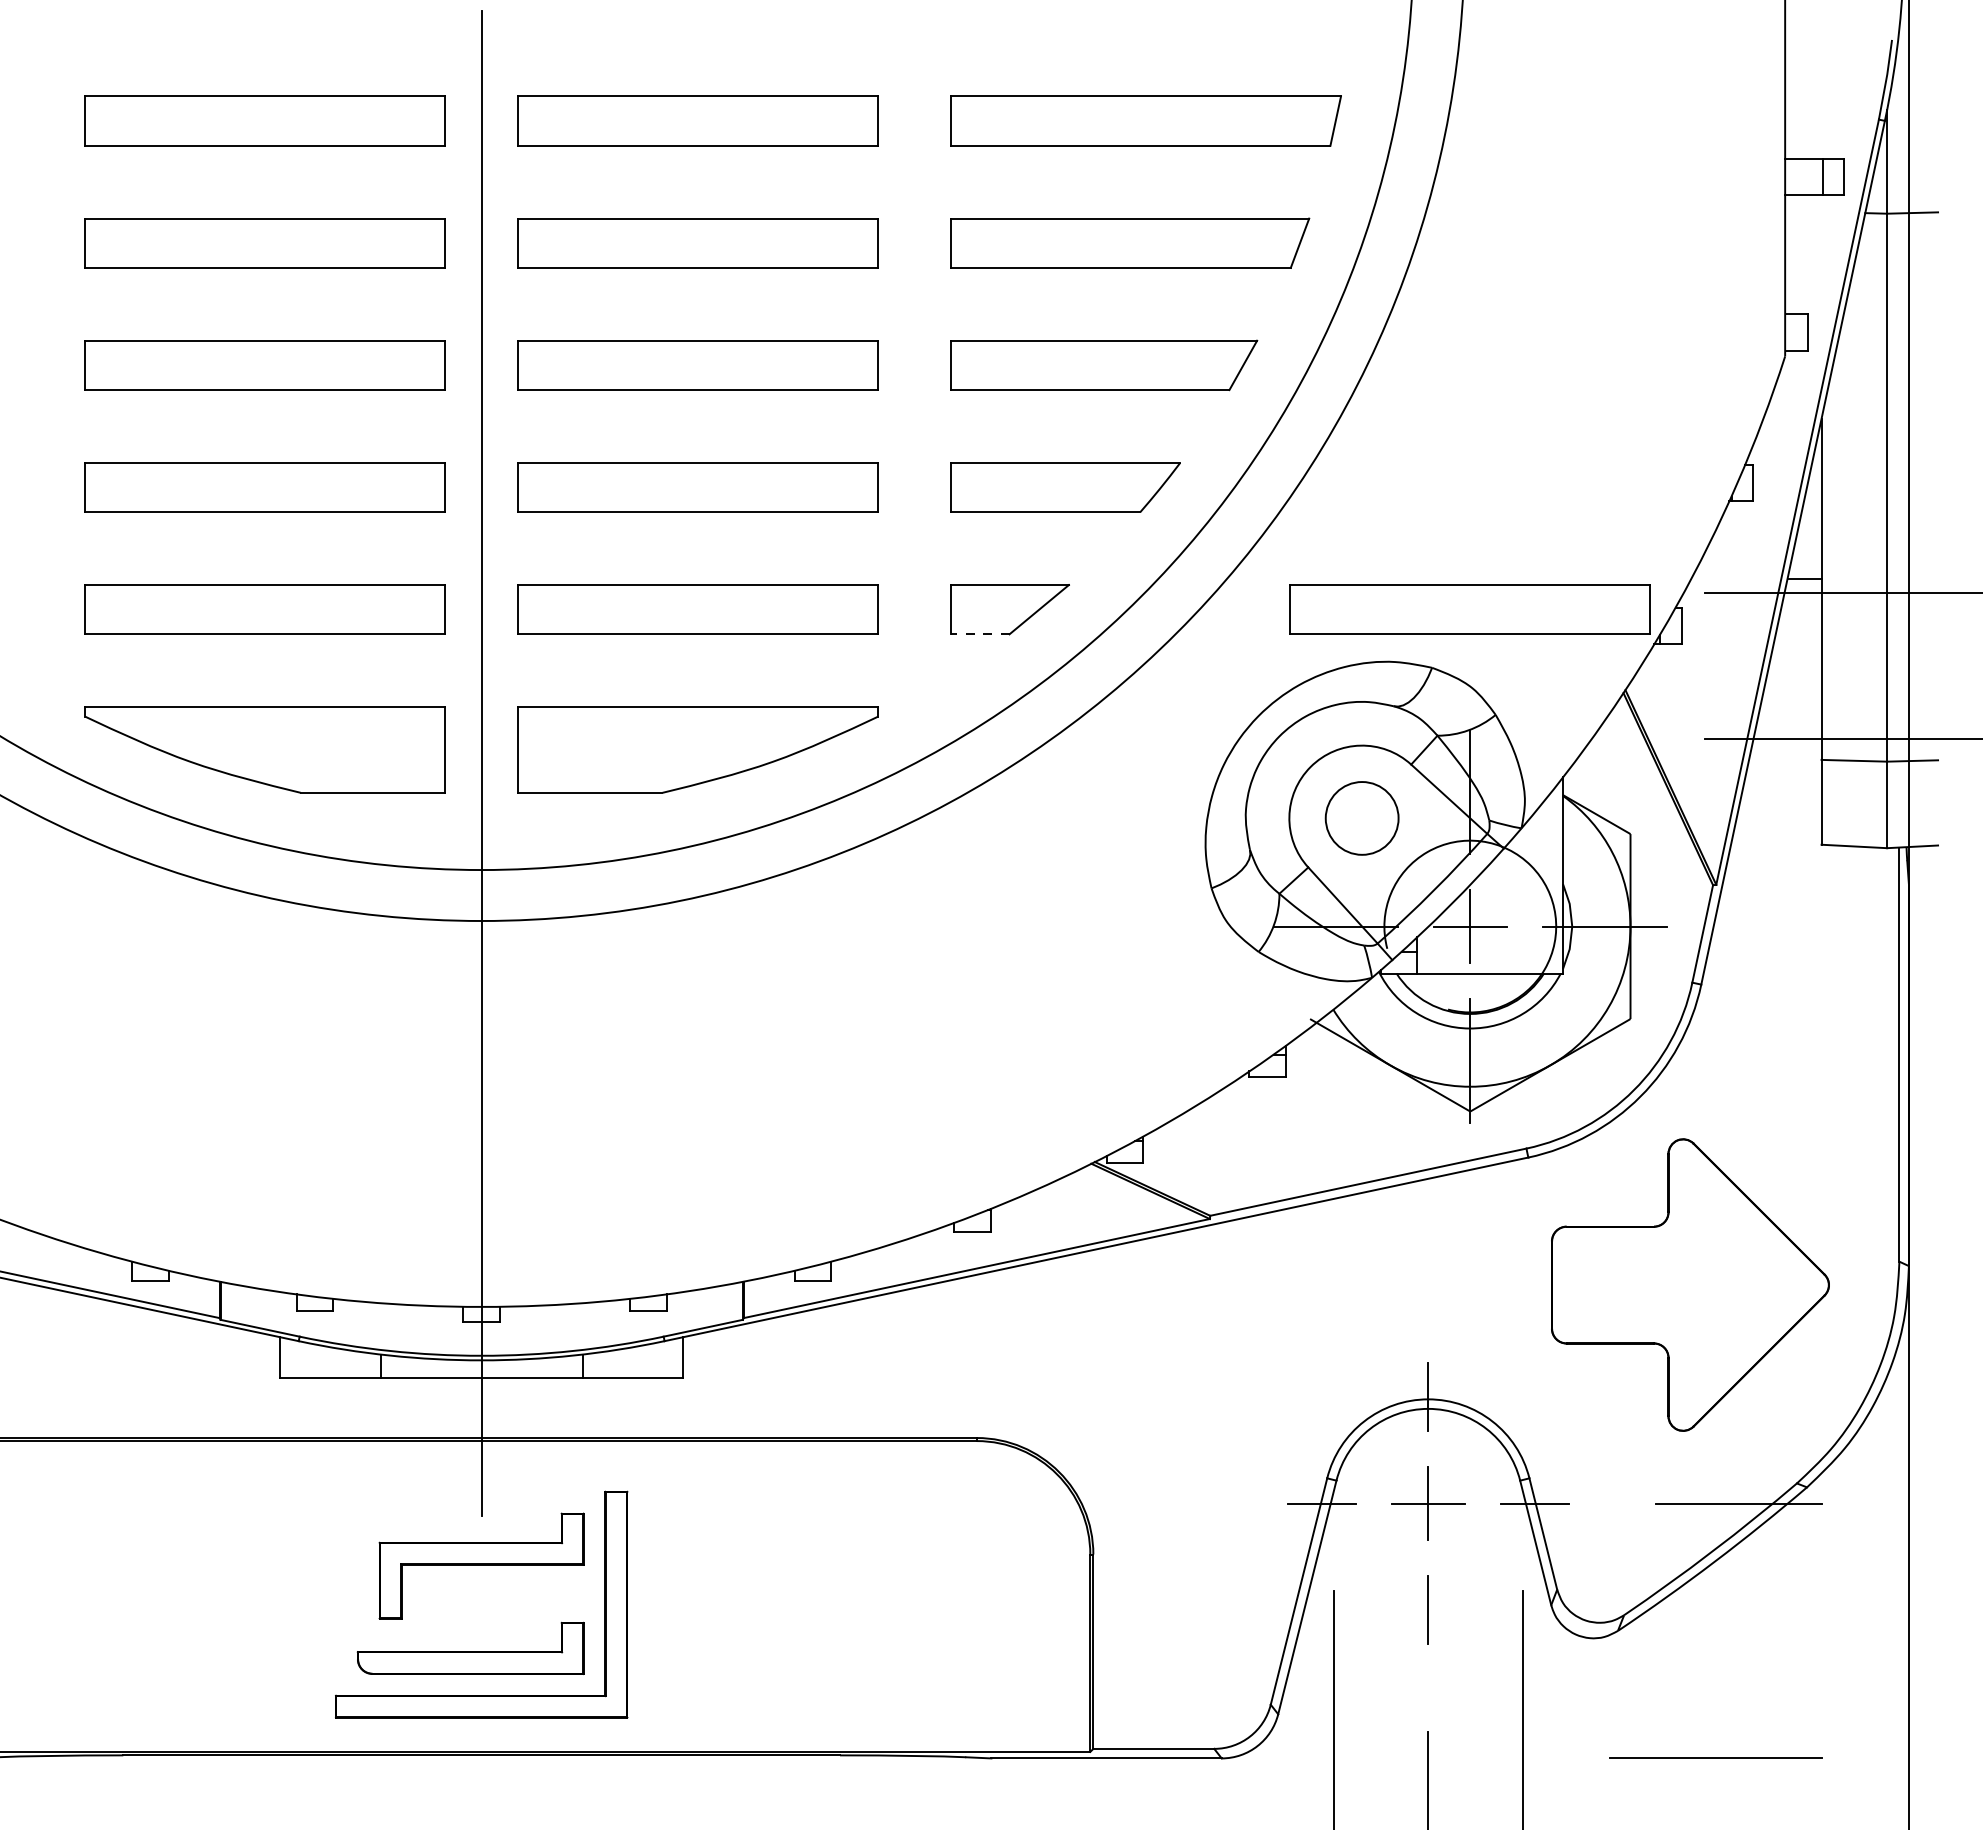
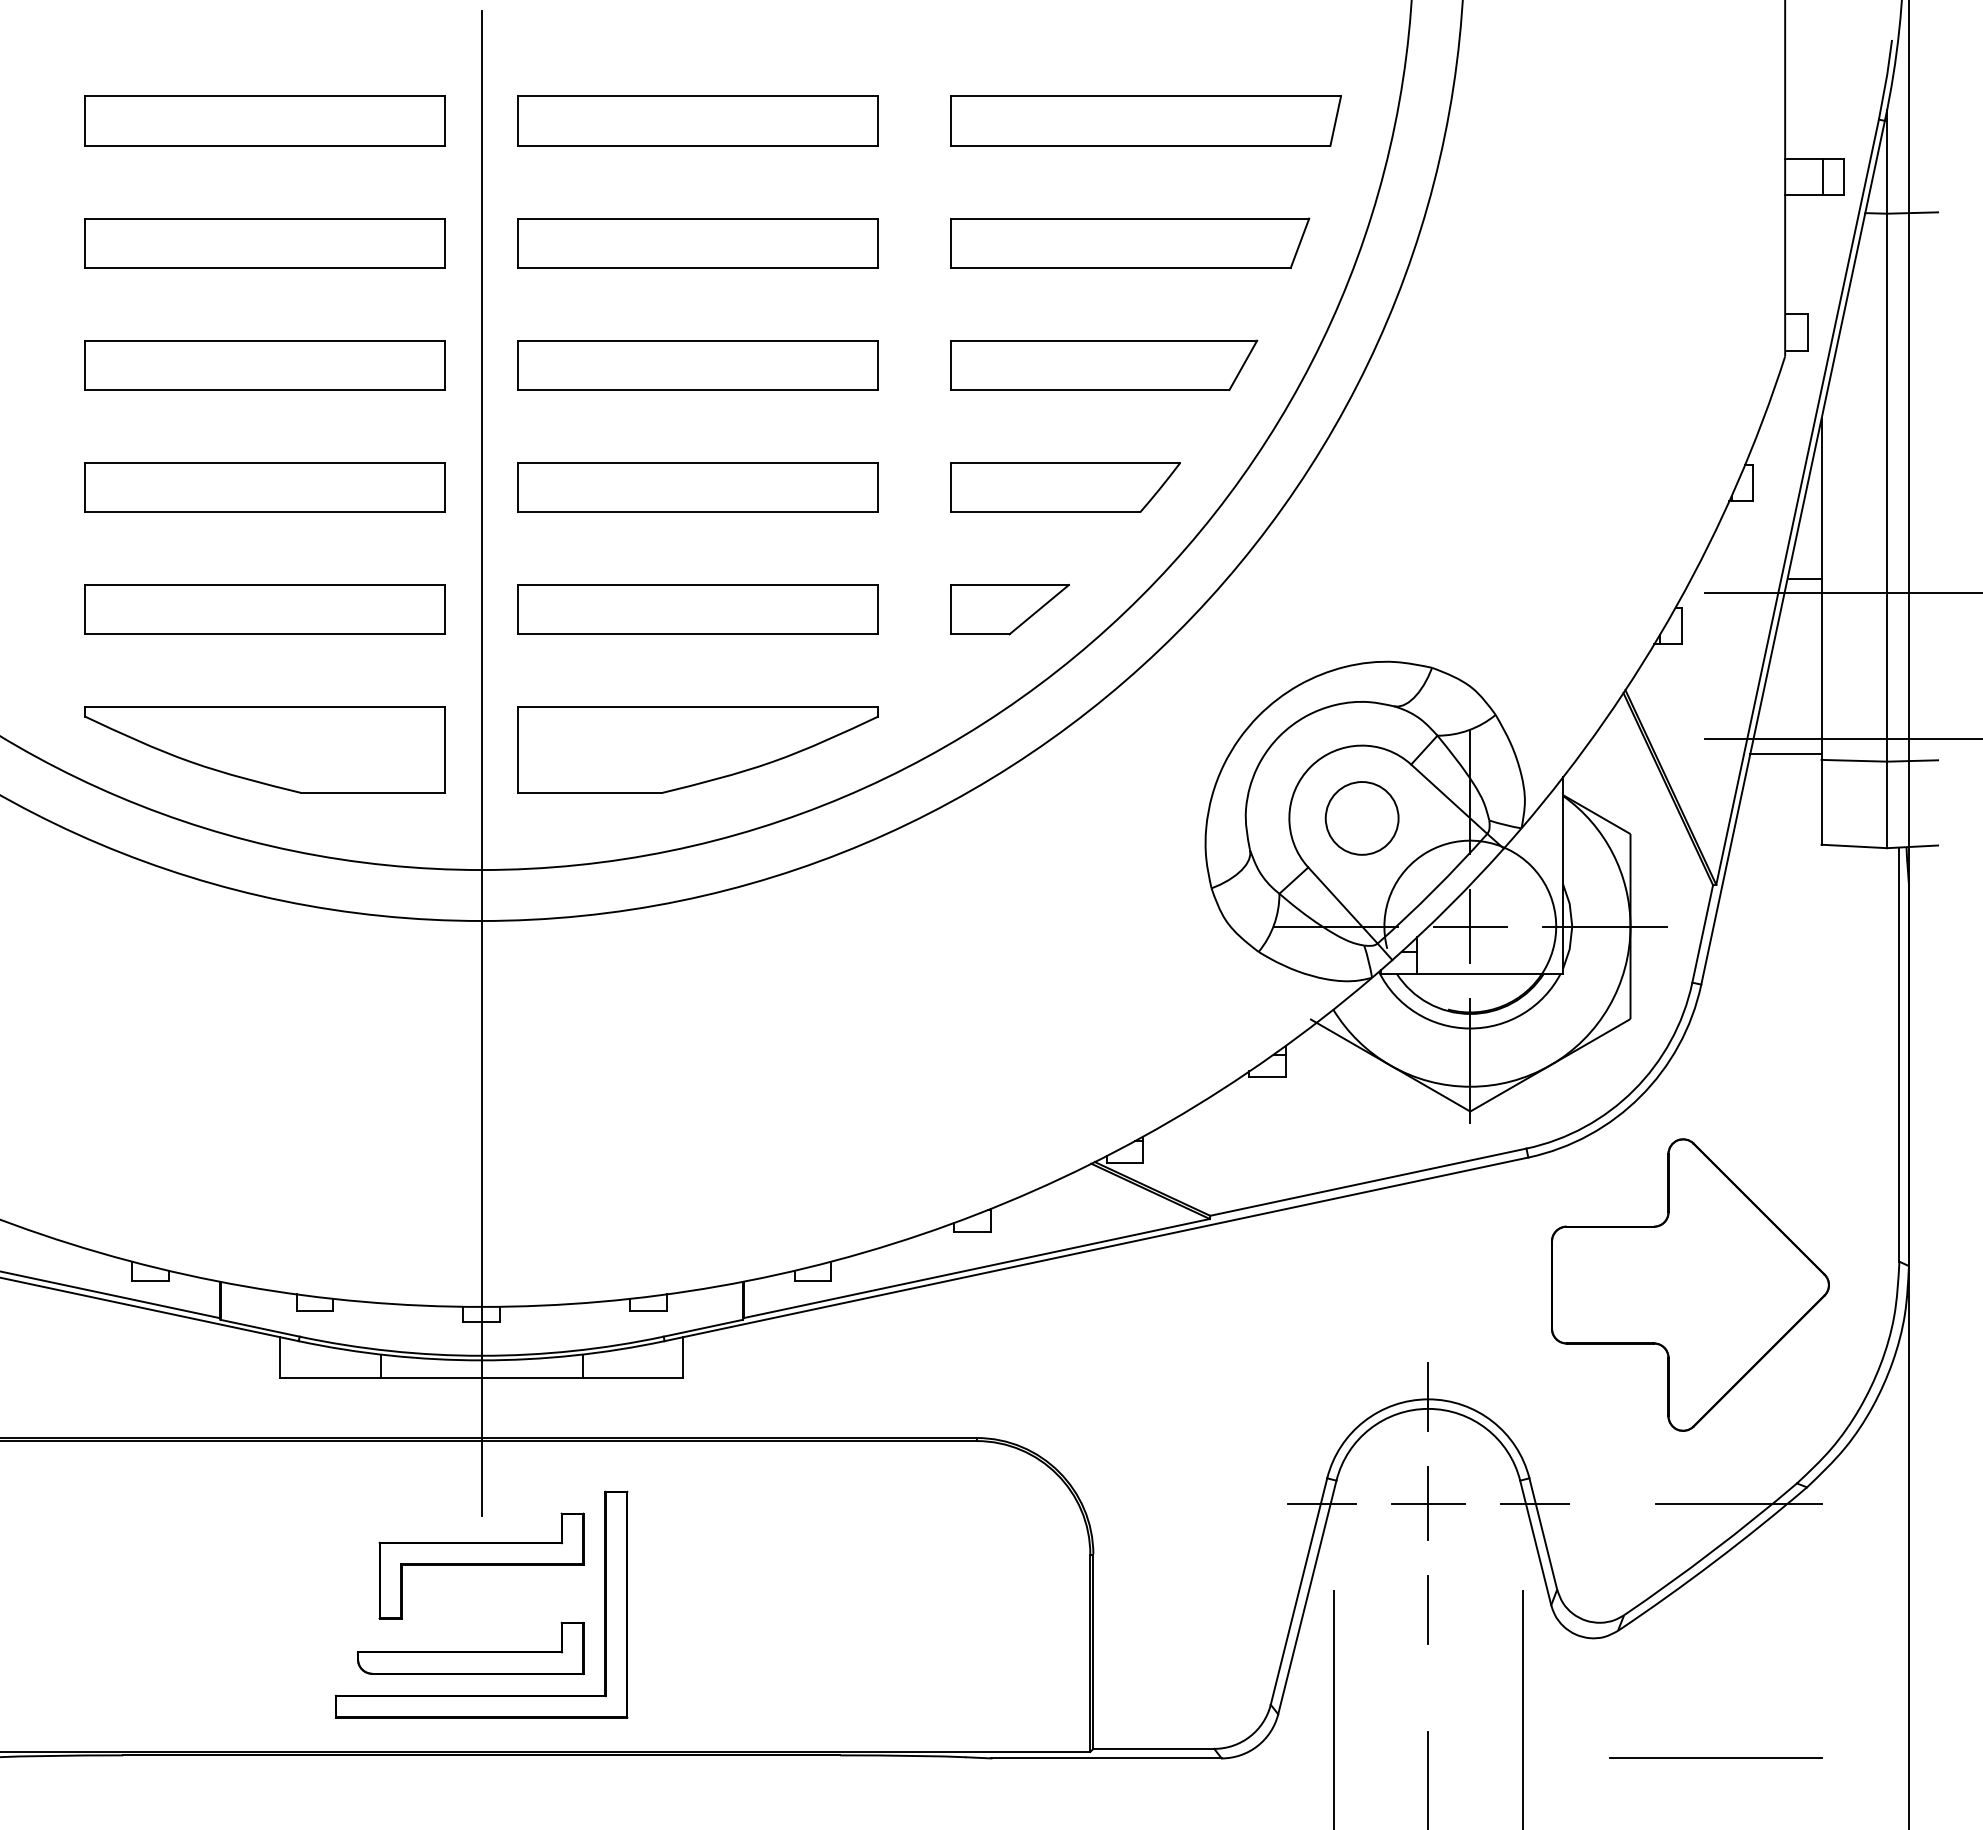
part at (1469, 609): present -> none
line at (979, 634): dashed -> solid
line at (1785, 753): none -> present
